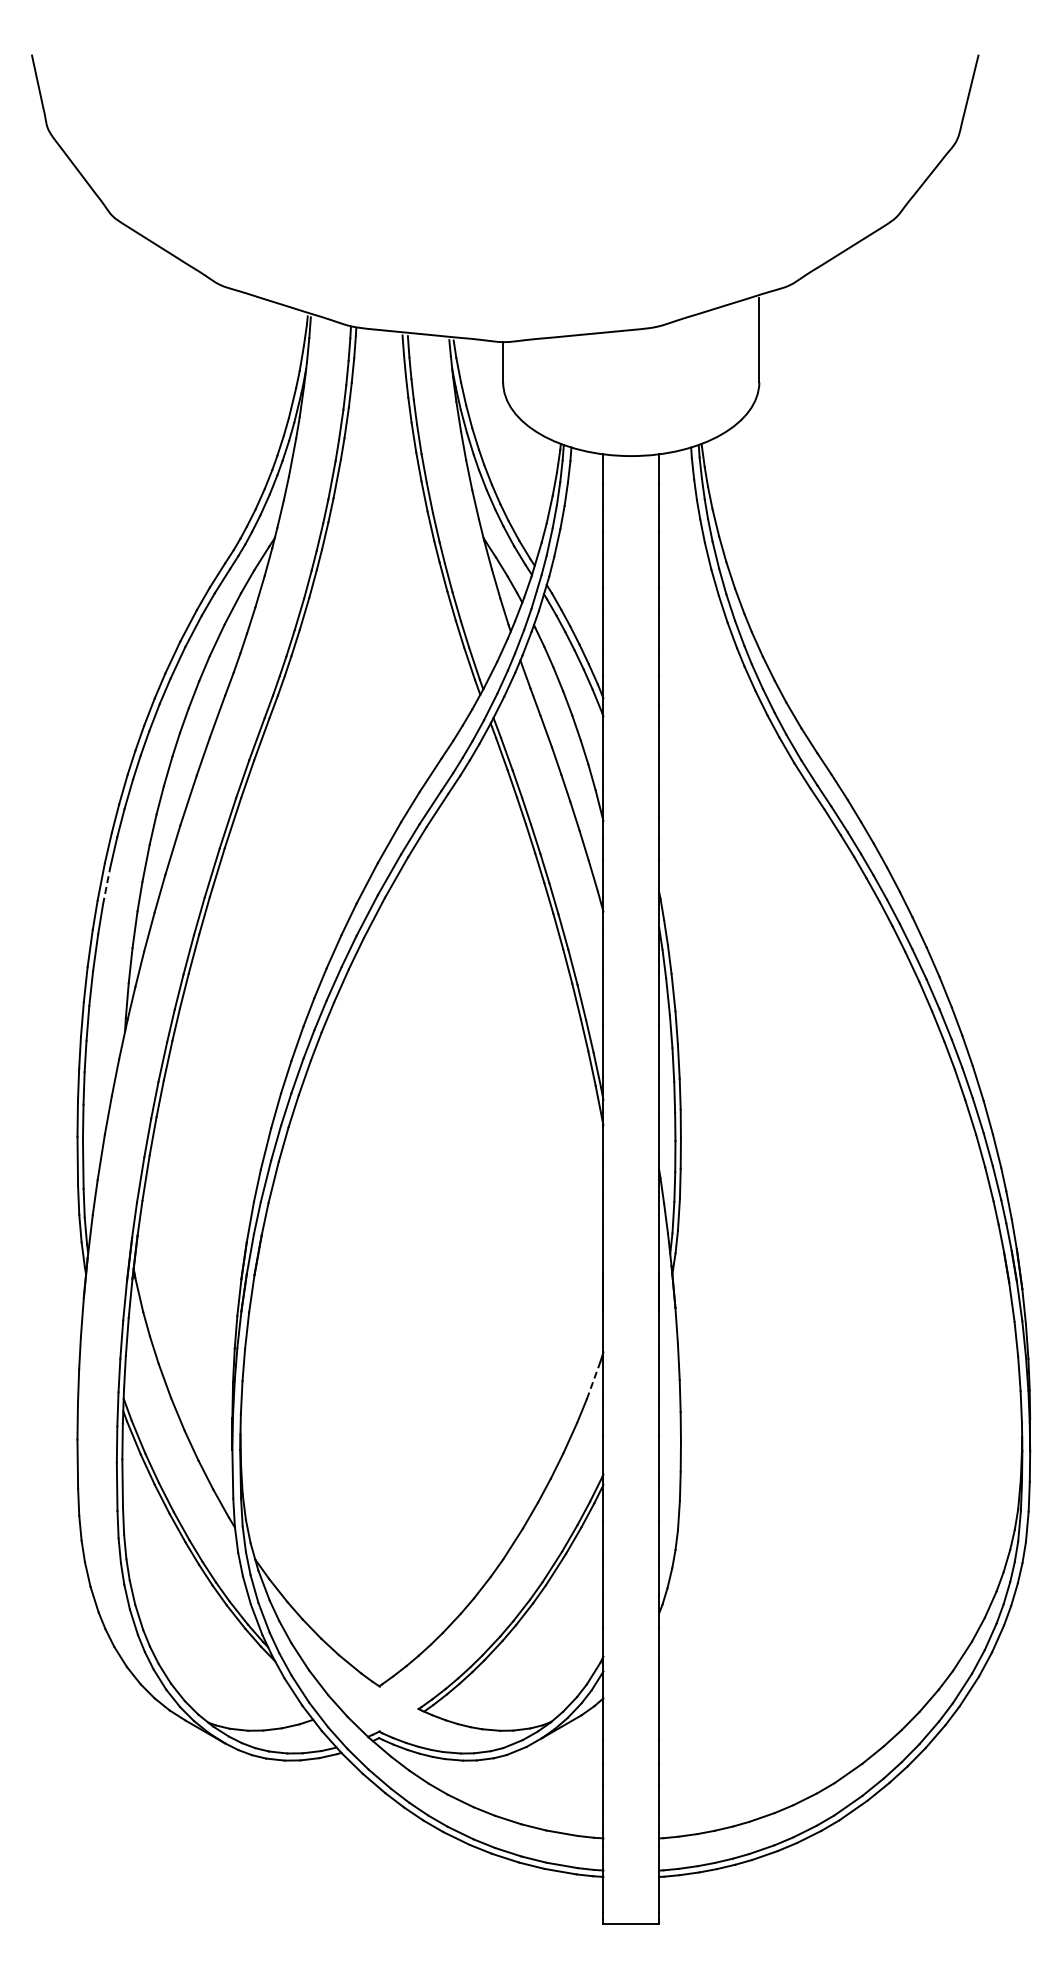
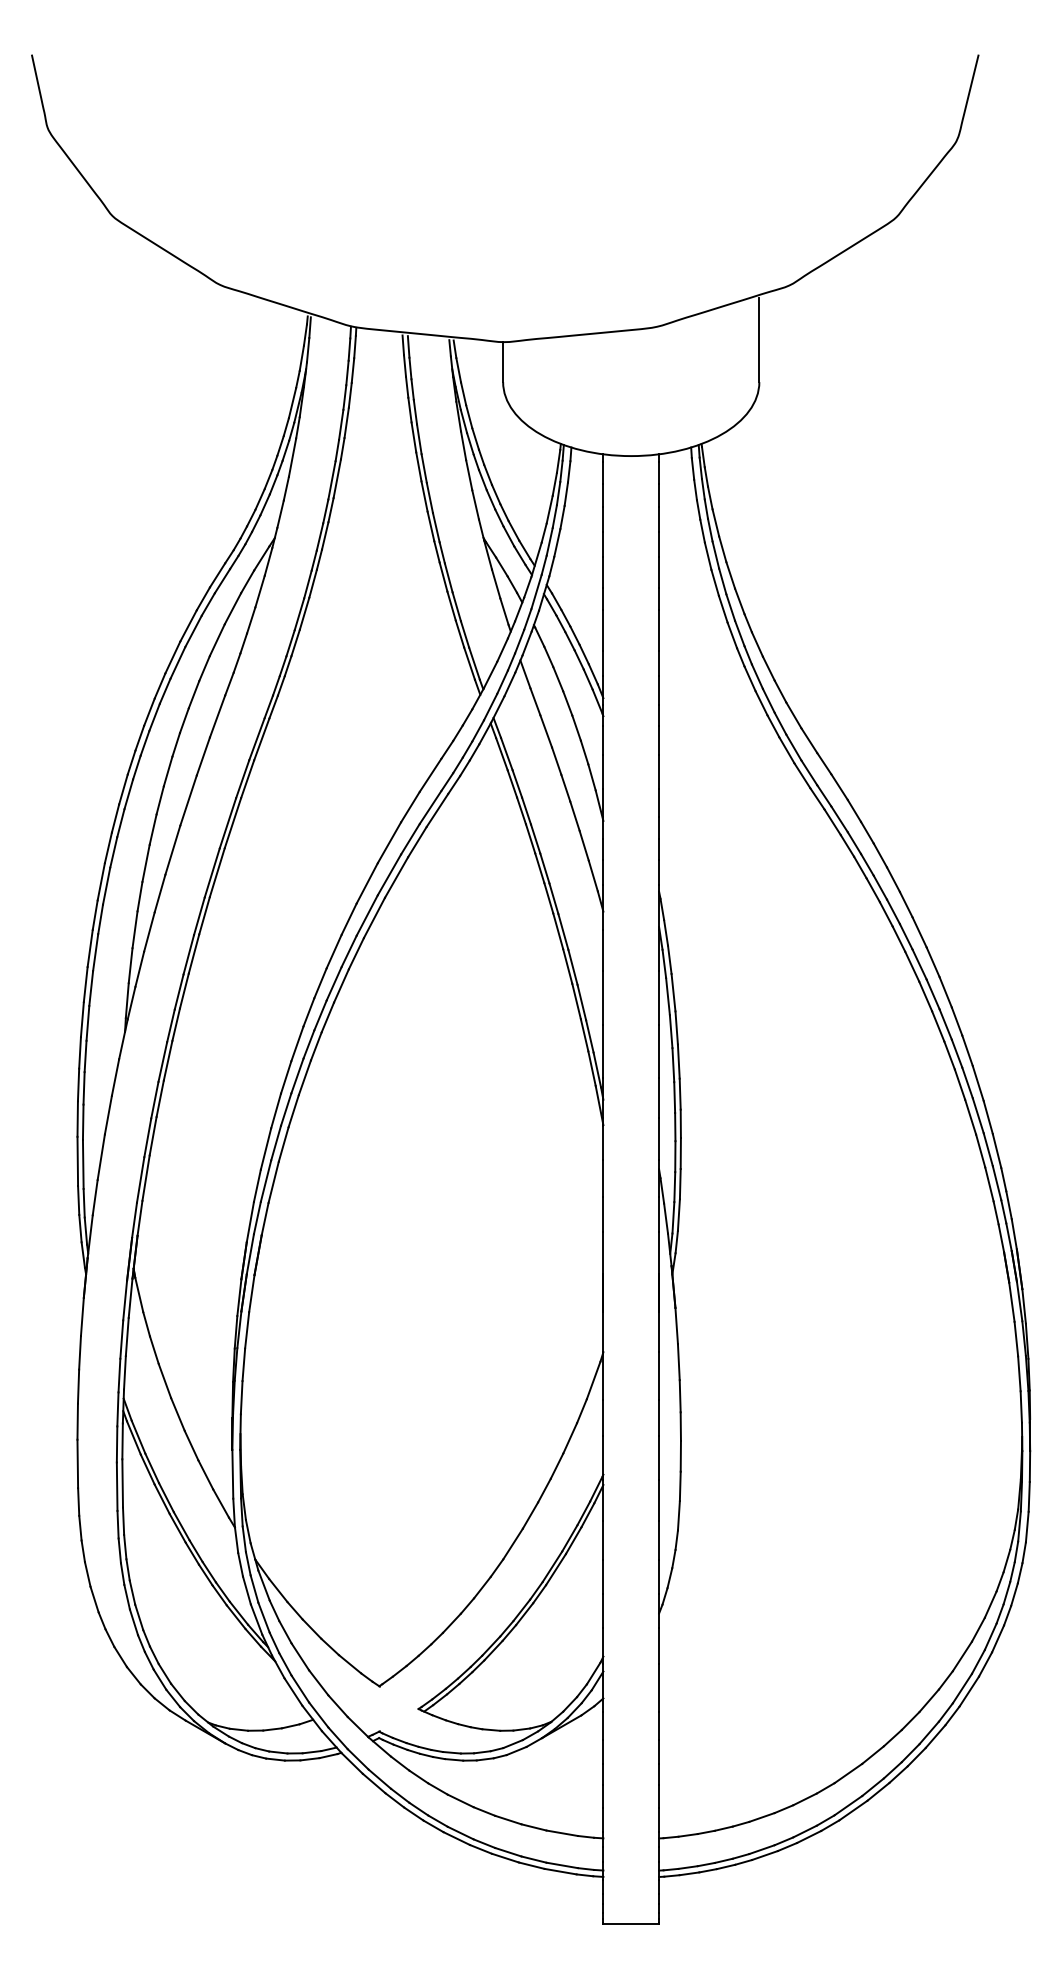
line at (106, 886): dashed -> solid
line at (593, 1380): dashed -> solid
